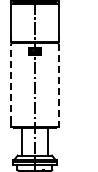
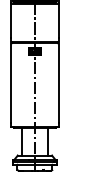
line at (11, 83): dashed -> solid
line at (58, 84): dashed -> solid
